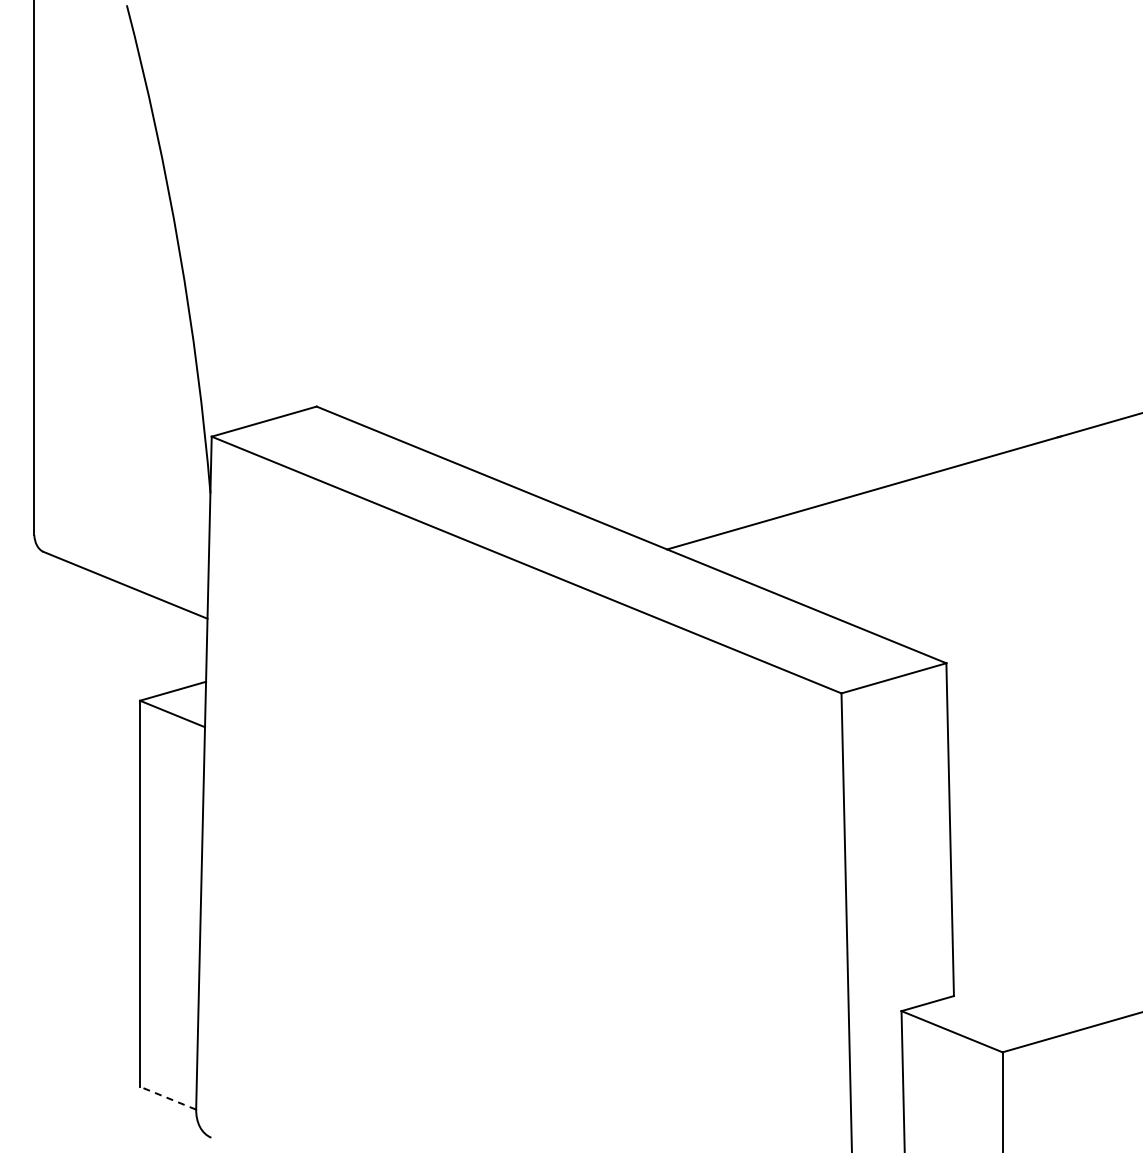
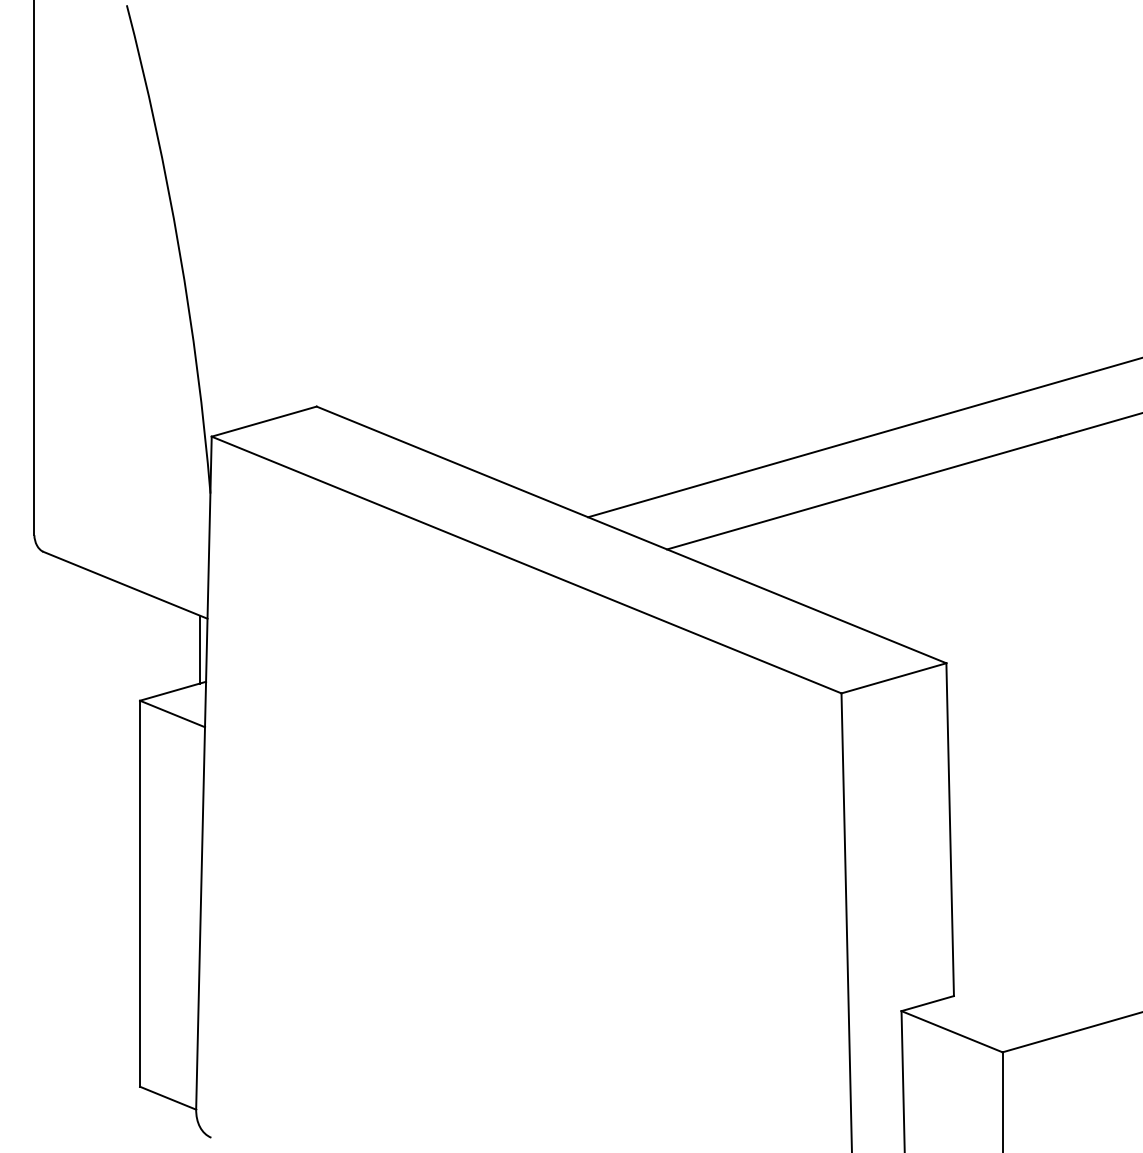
line at (863, 437): none -> present
line at (200, 649): none -> present
line at (167, 1098): dashed -> solid
